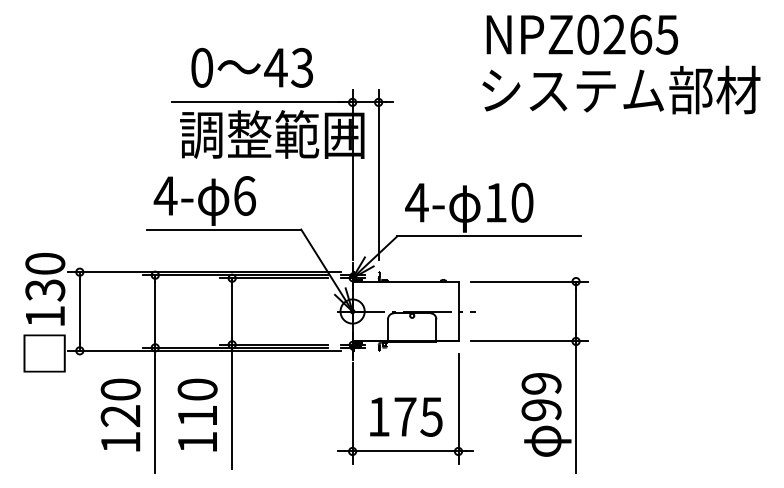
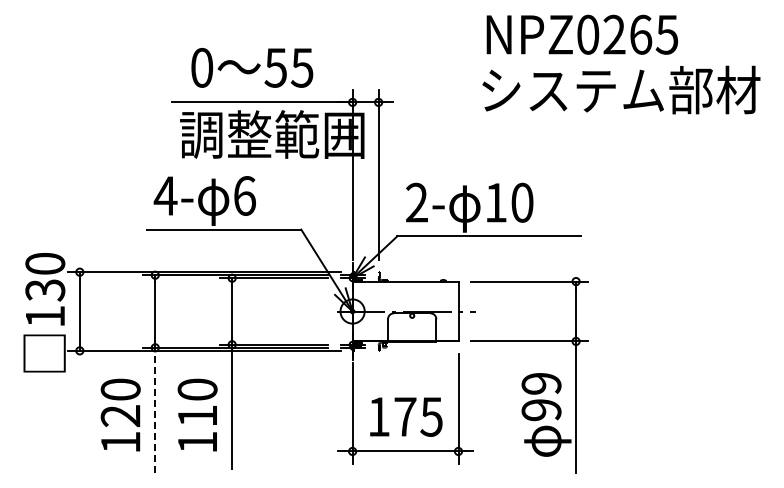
text at (288, 67): 43 -> 55
text at (416, 202): 4- -> 2-
line at (155, 409): solid -> dashed
